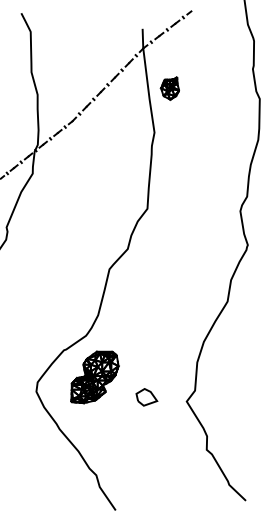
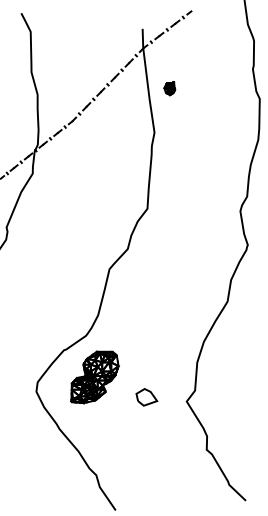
part at (169, 88) size: 21x25 px -> 14x16 px
